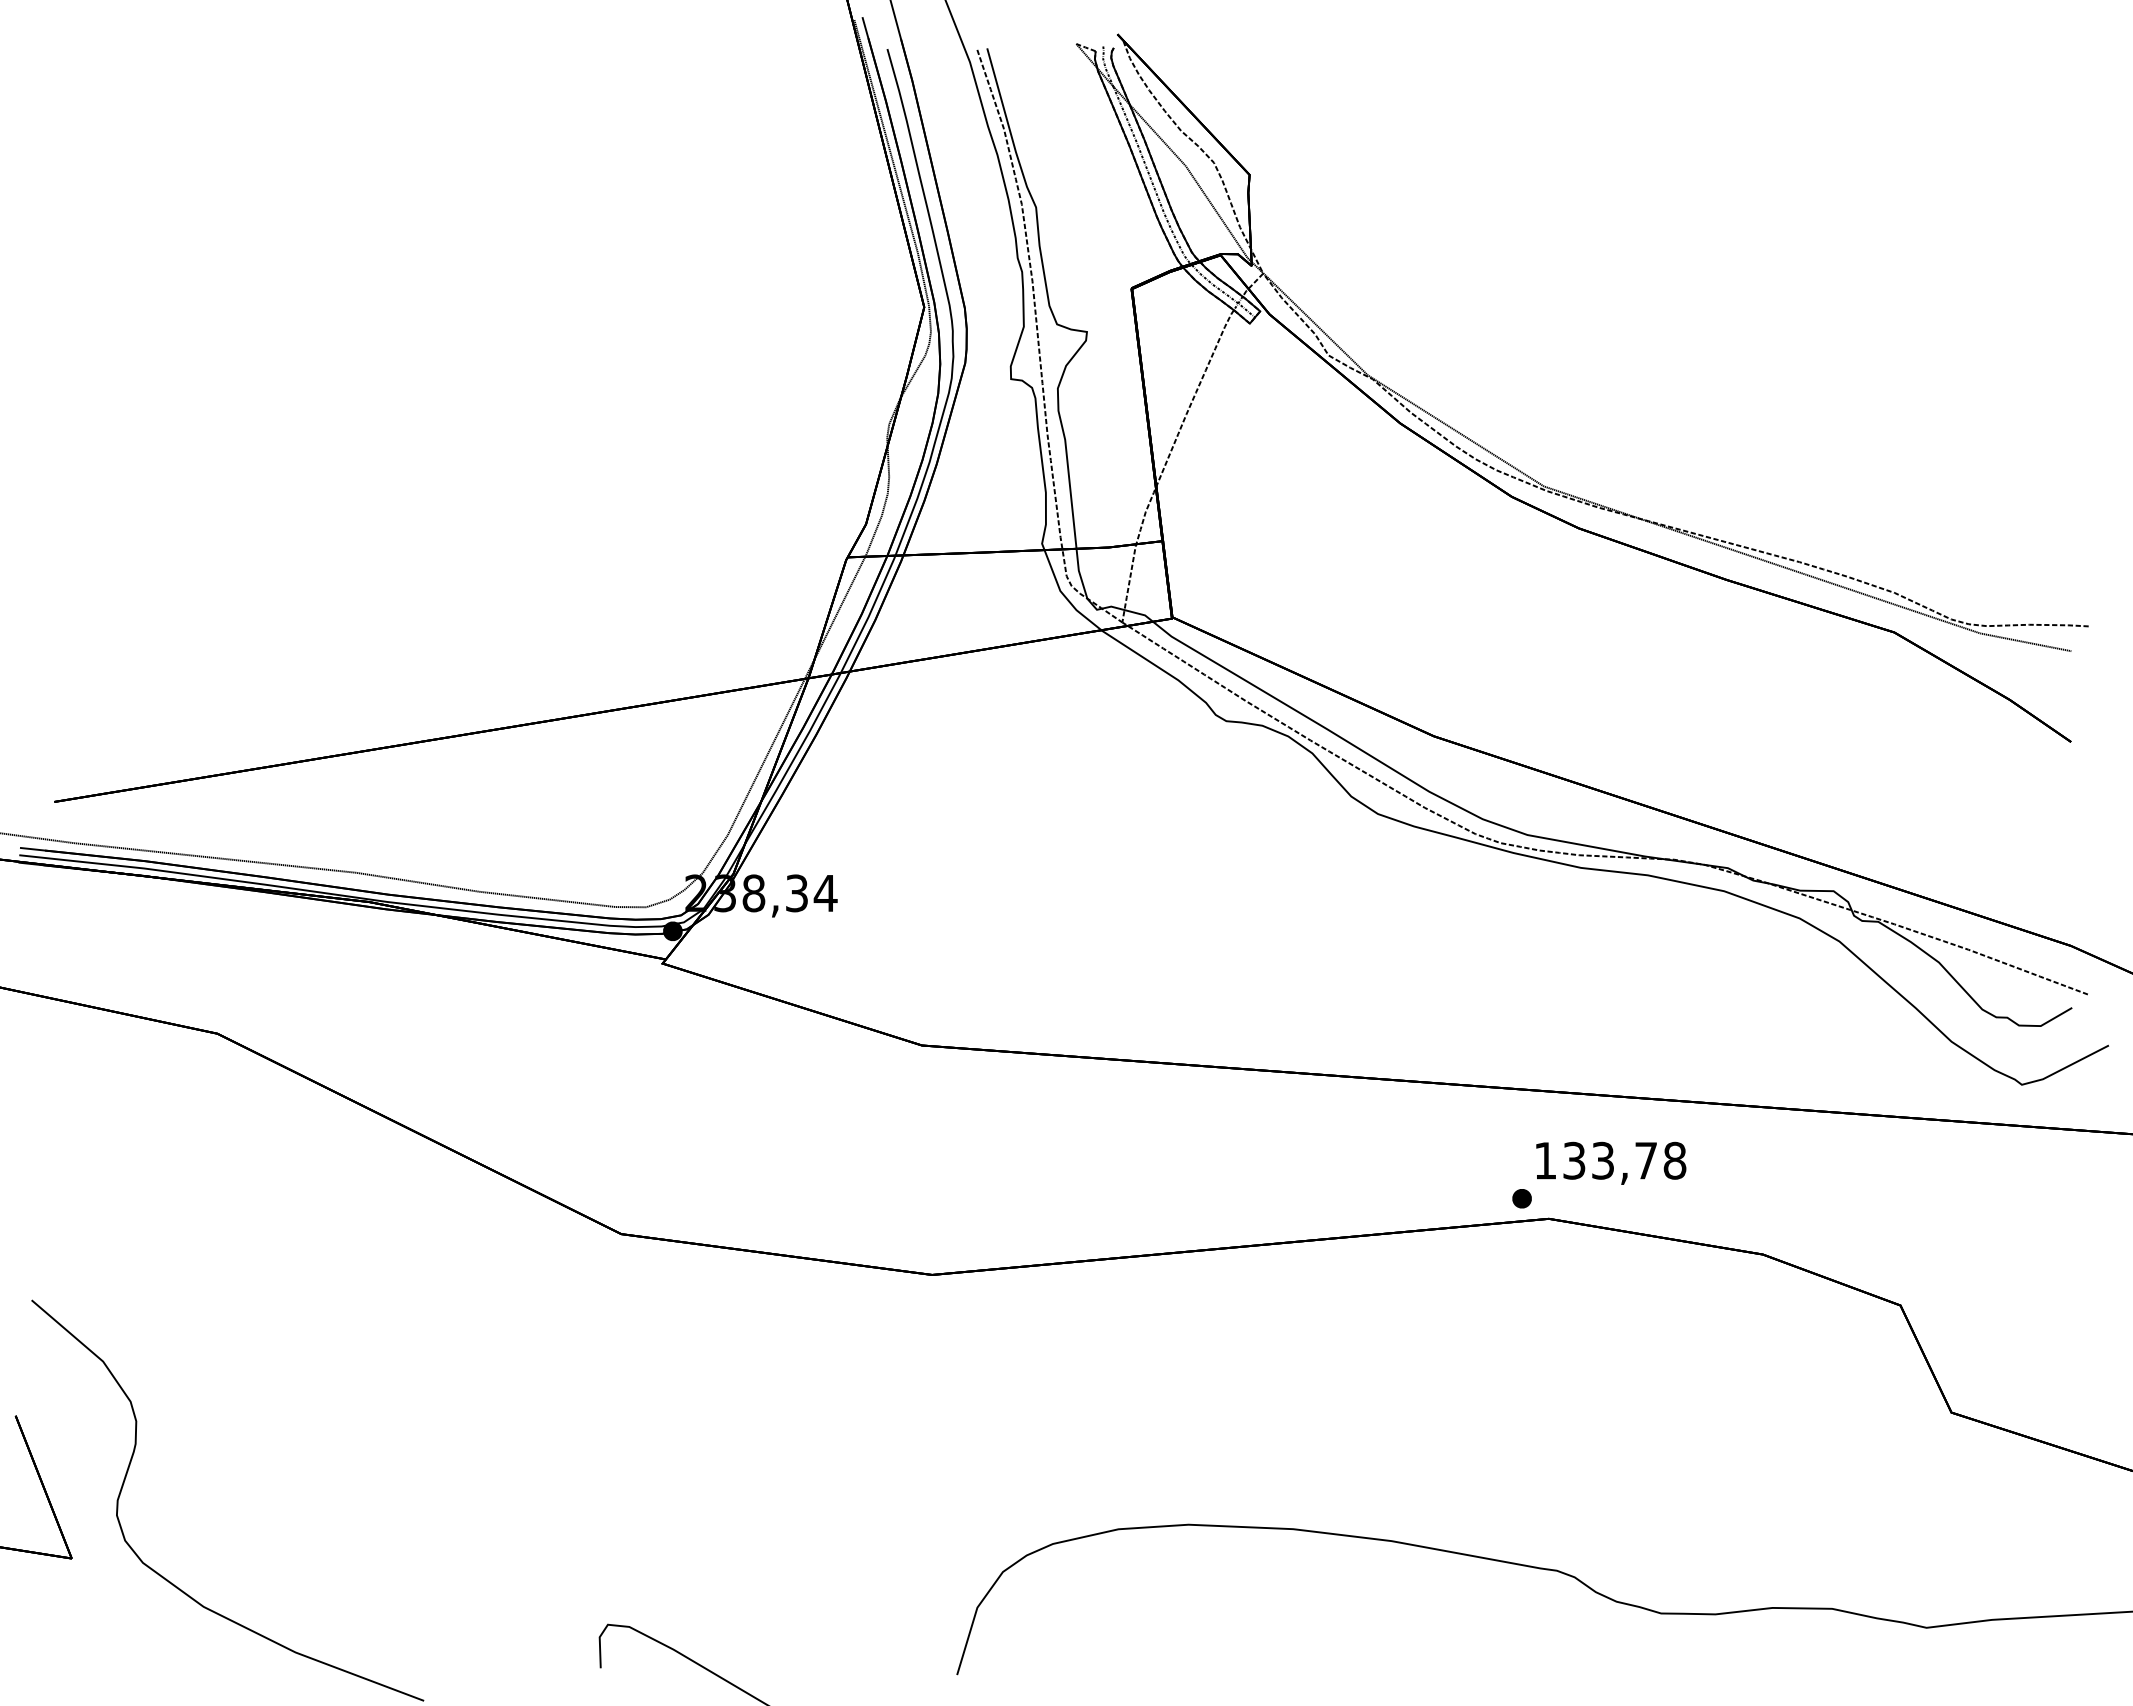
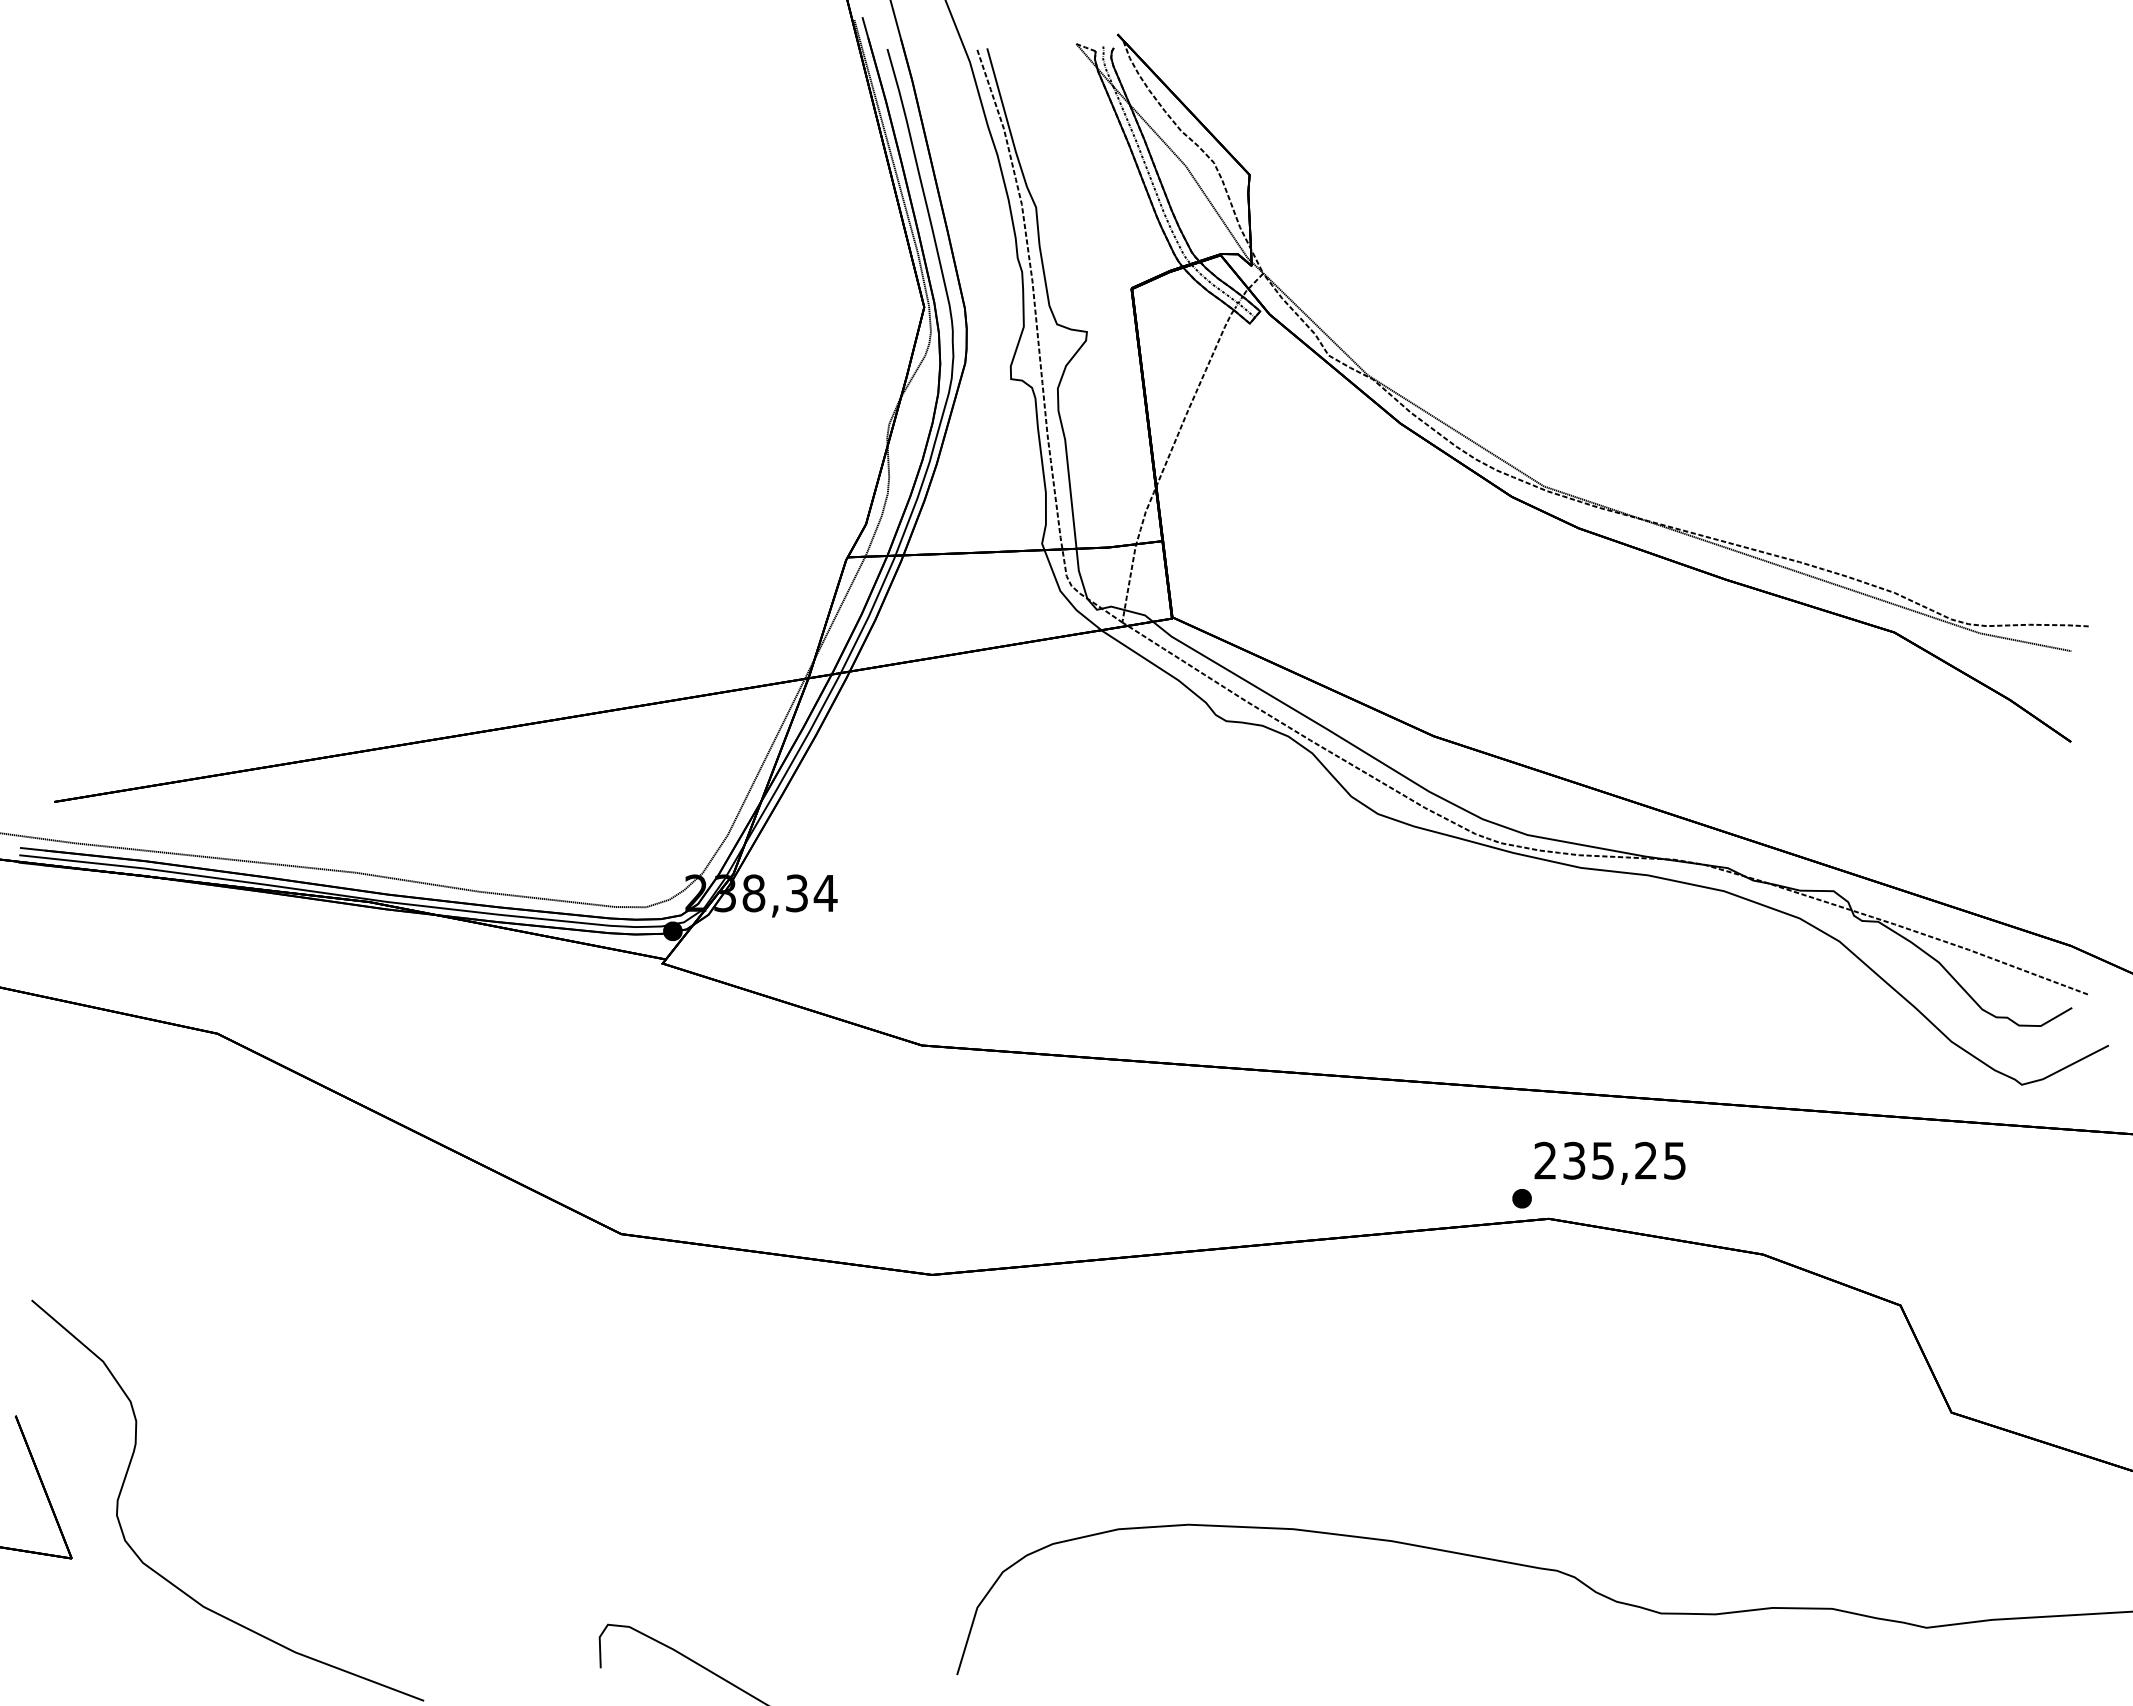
text at (1610, 1160): 133,78 -> 235,25
